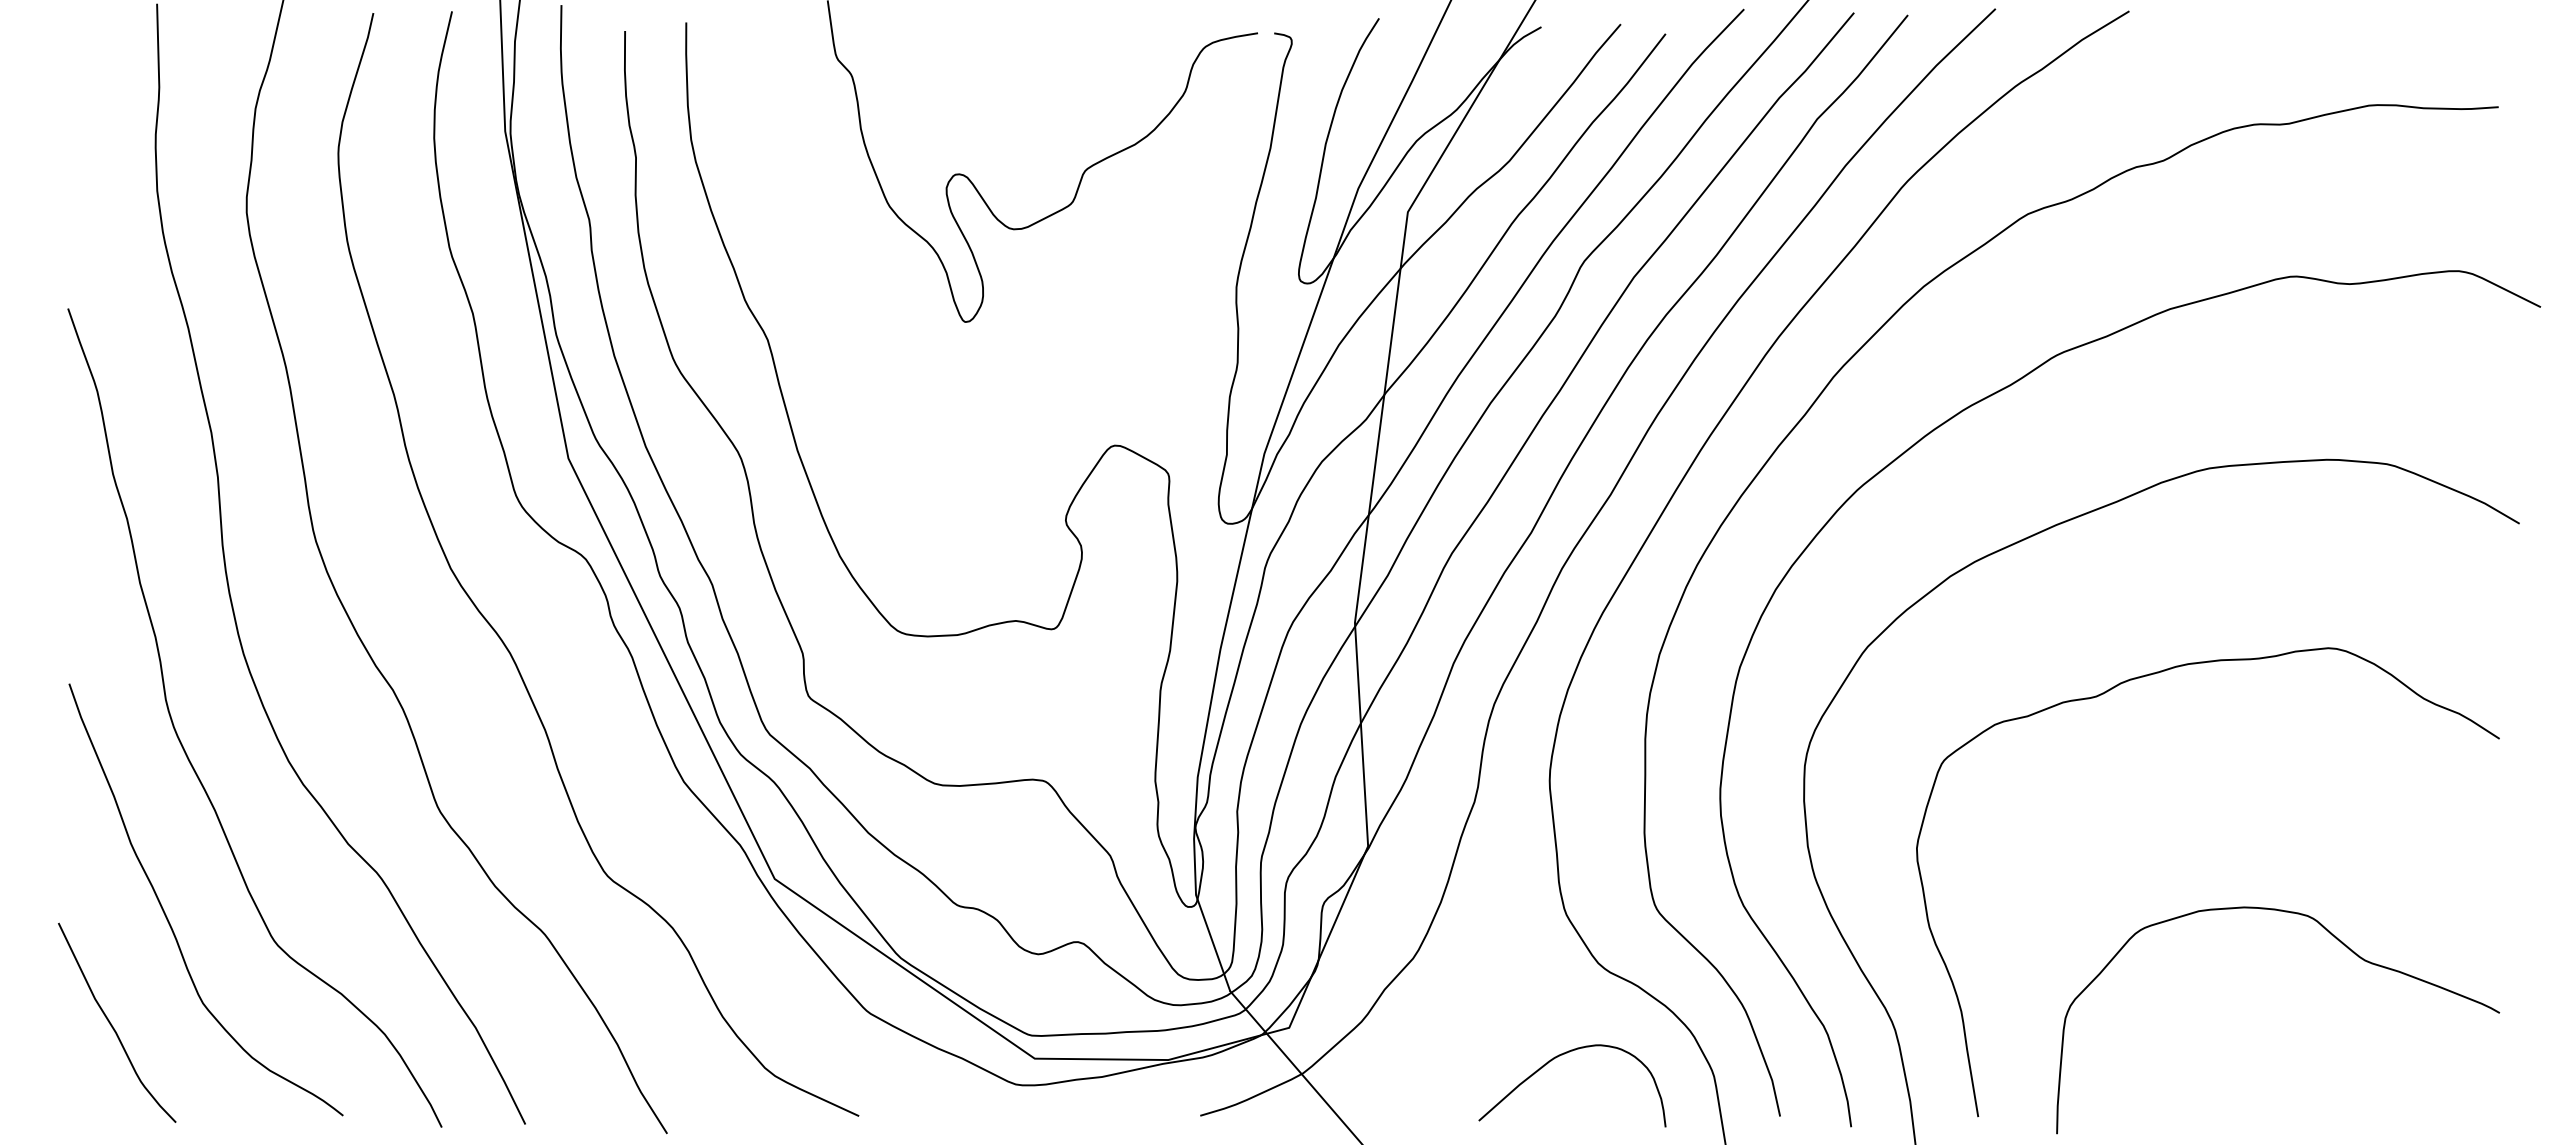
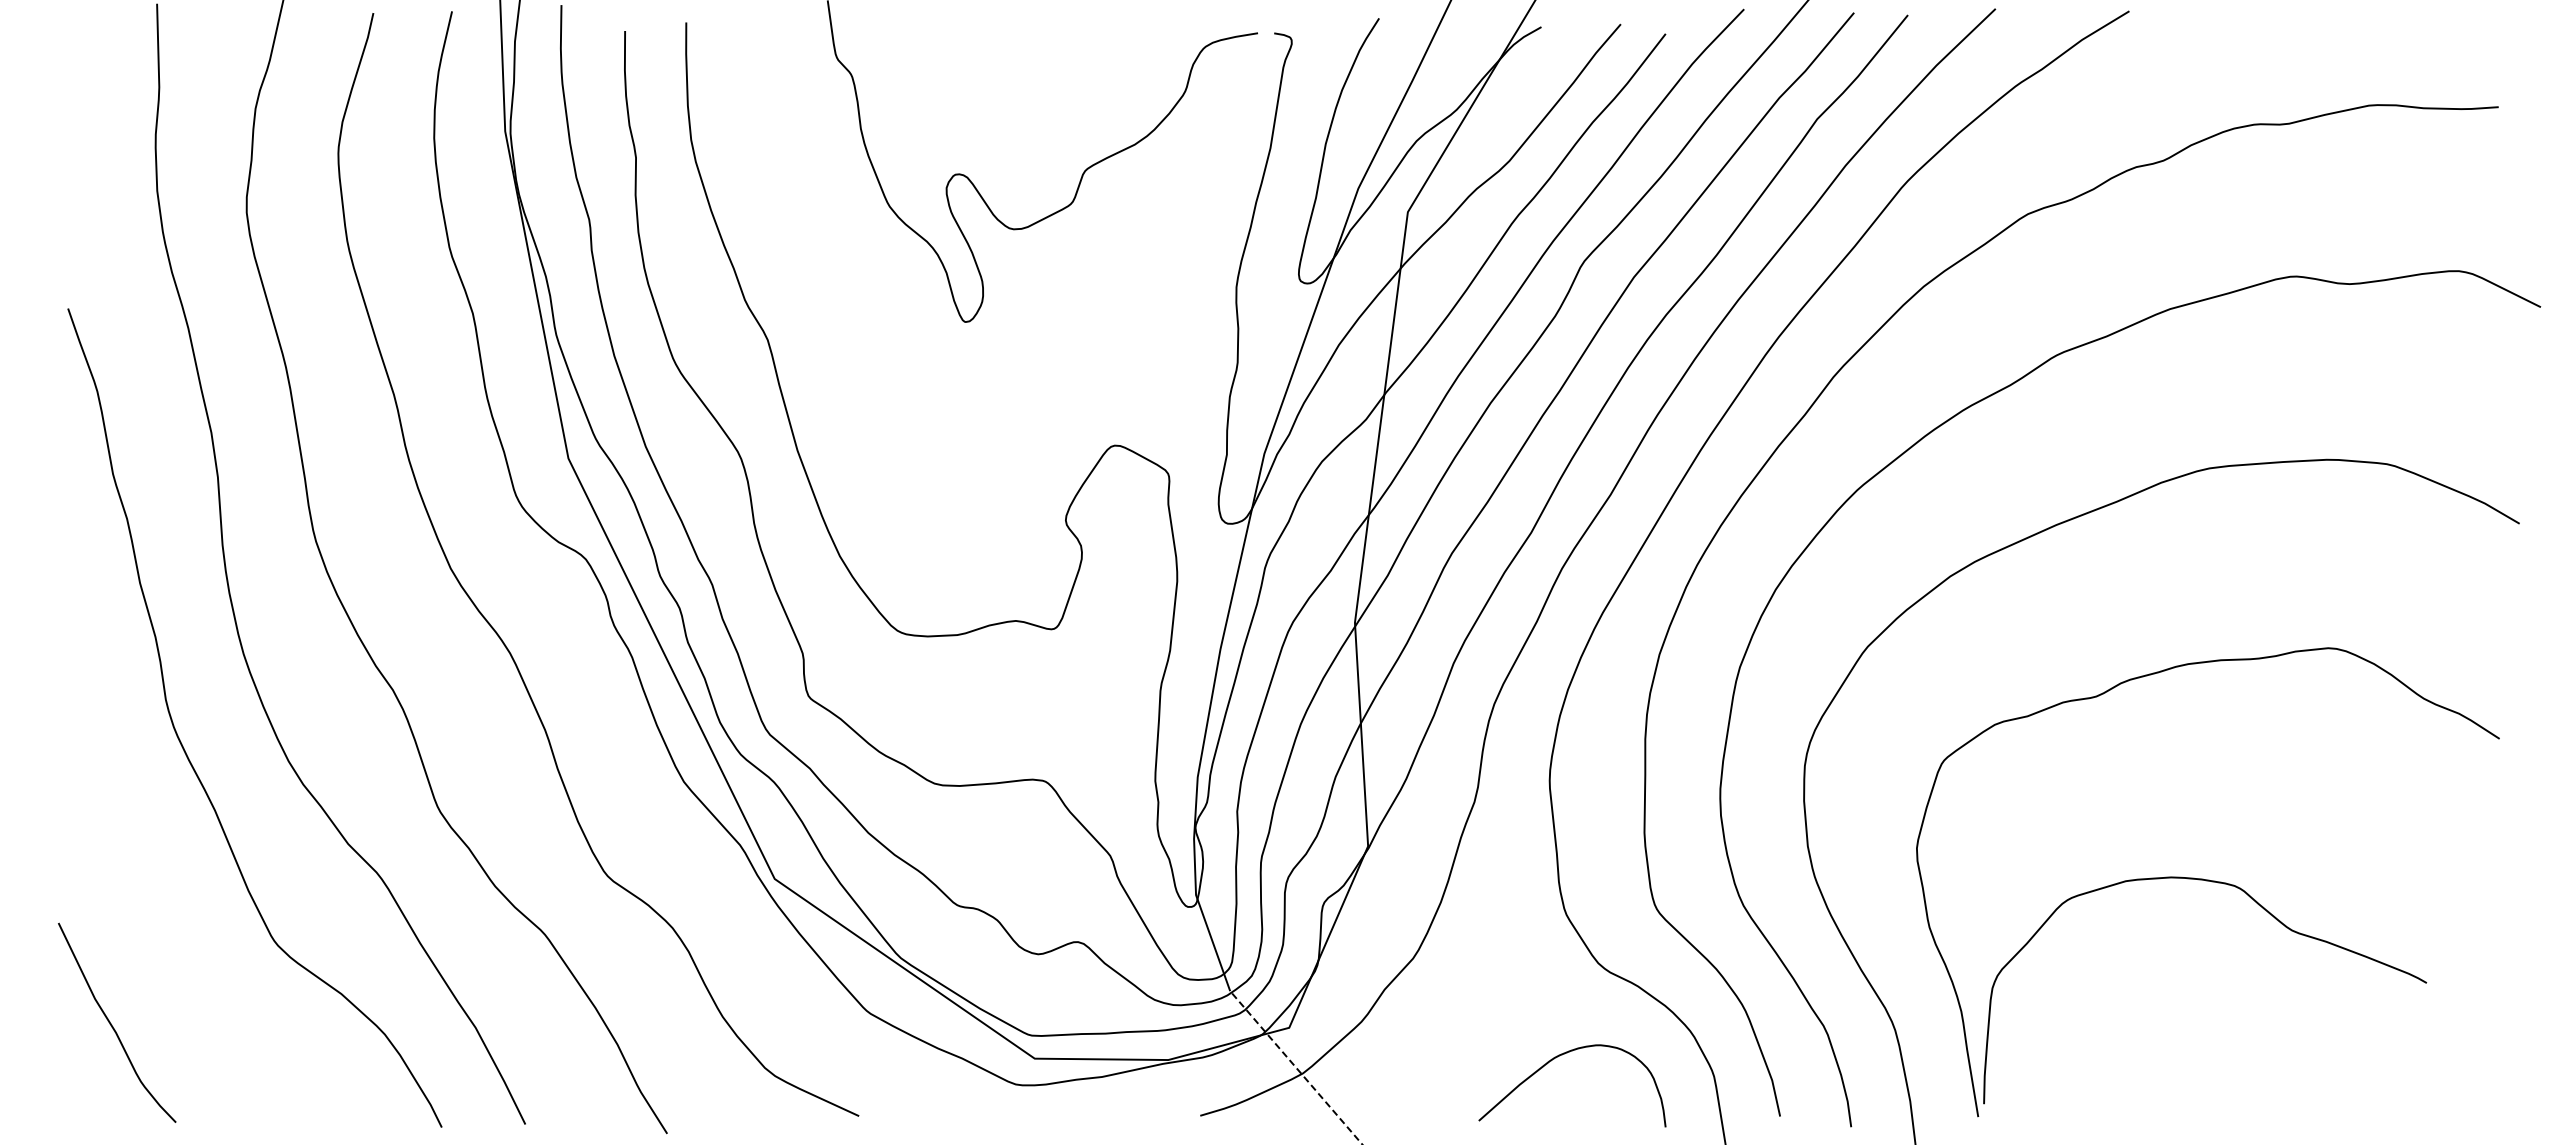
curve at (167, 916): present -> none
curve at (2343, 945) position: (2343, 945) -> (2270, 915)
line at (1295, 1067): solid -> dashed
